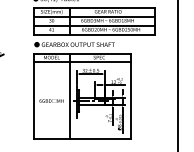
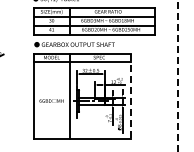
line at (178, 76): solid -> dashed
line at (131, 96): solid -> dashed
